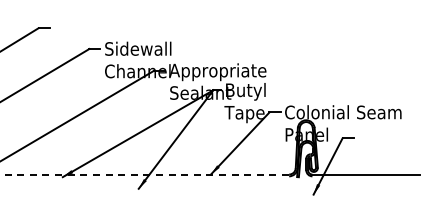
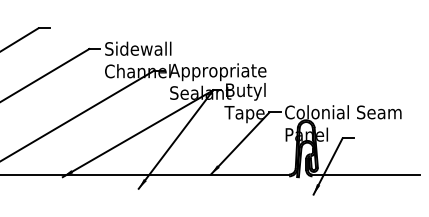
line at (145, 174): dashed -> solid
